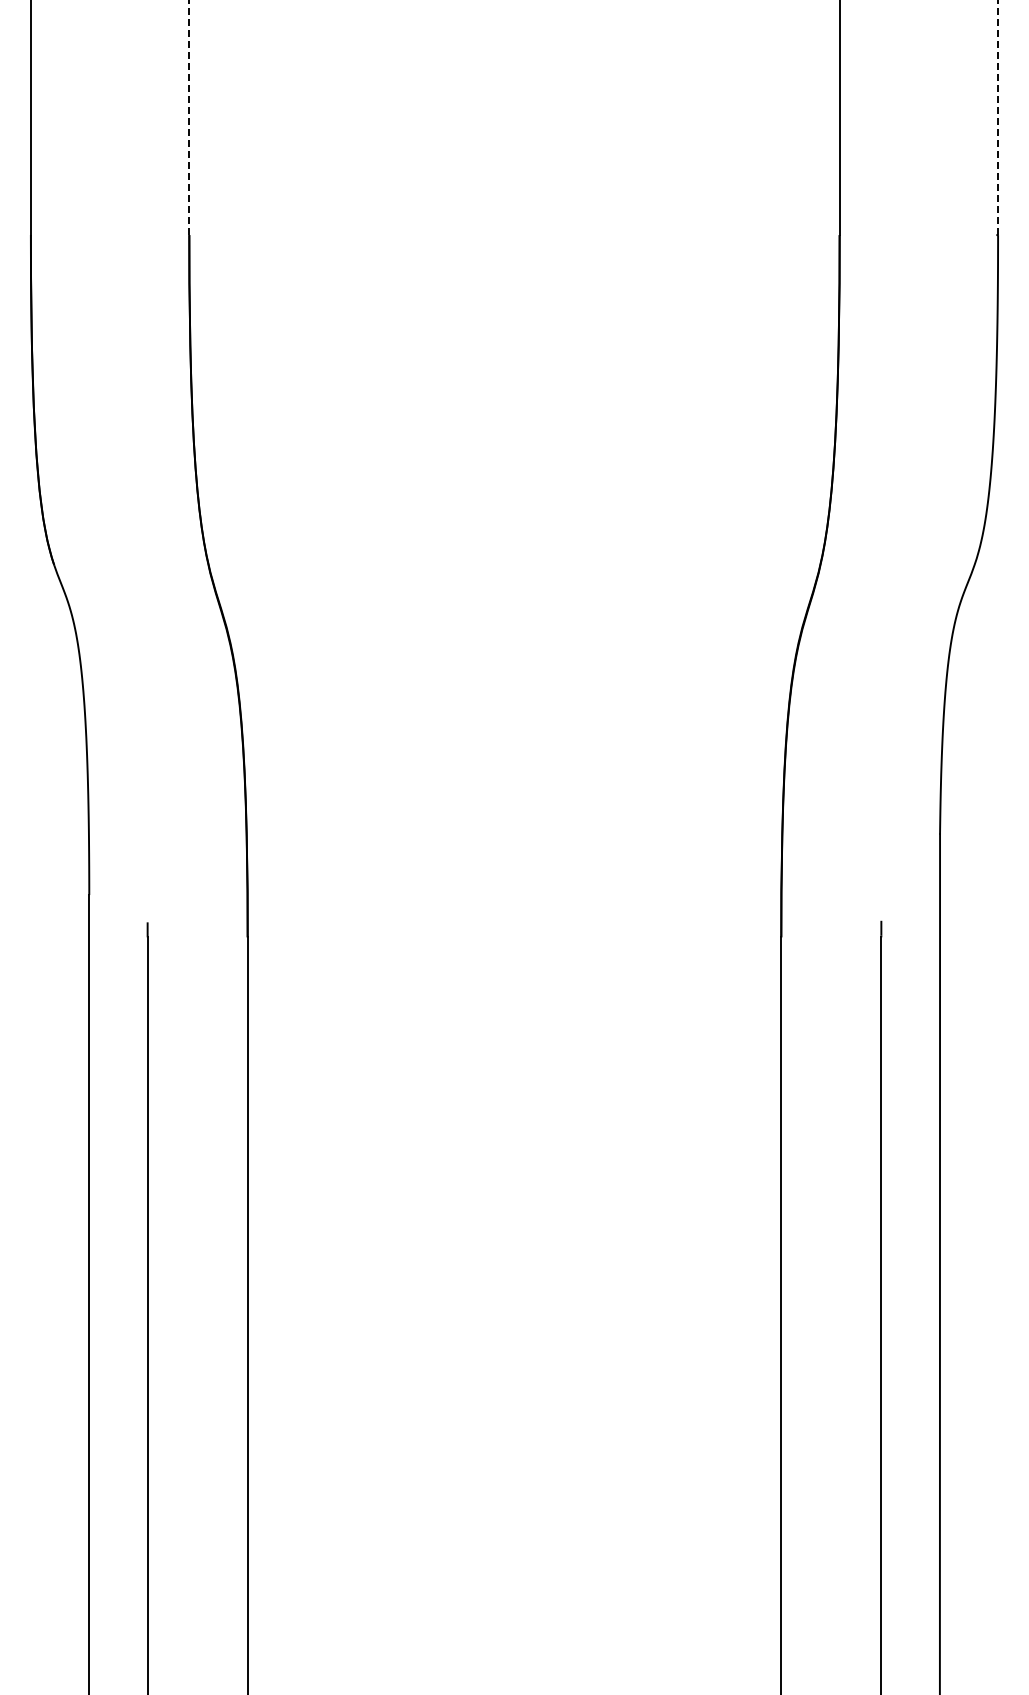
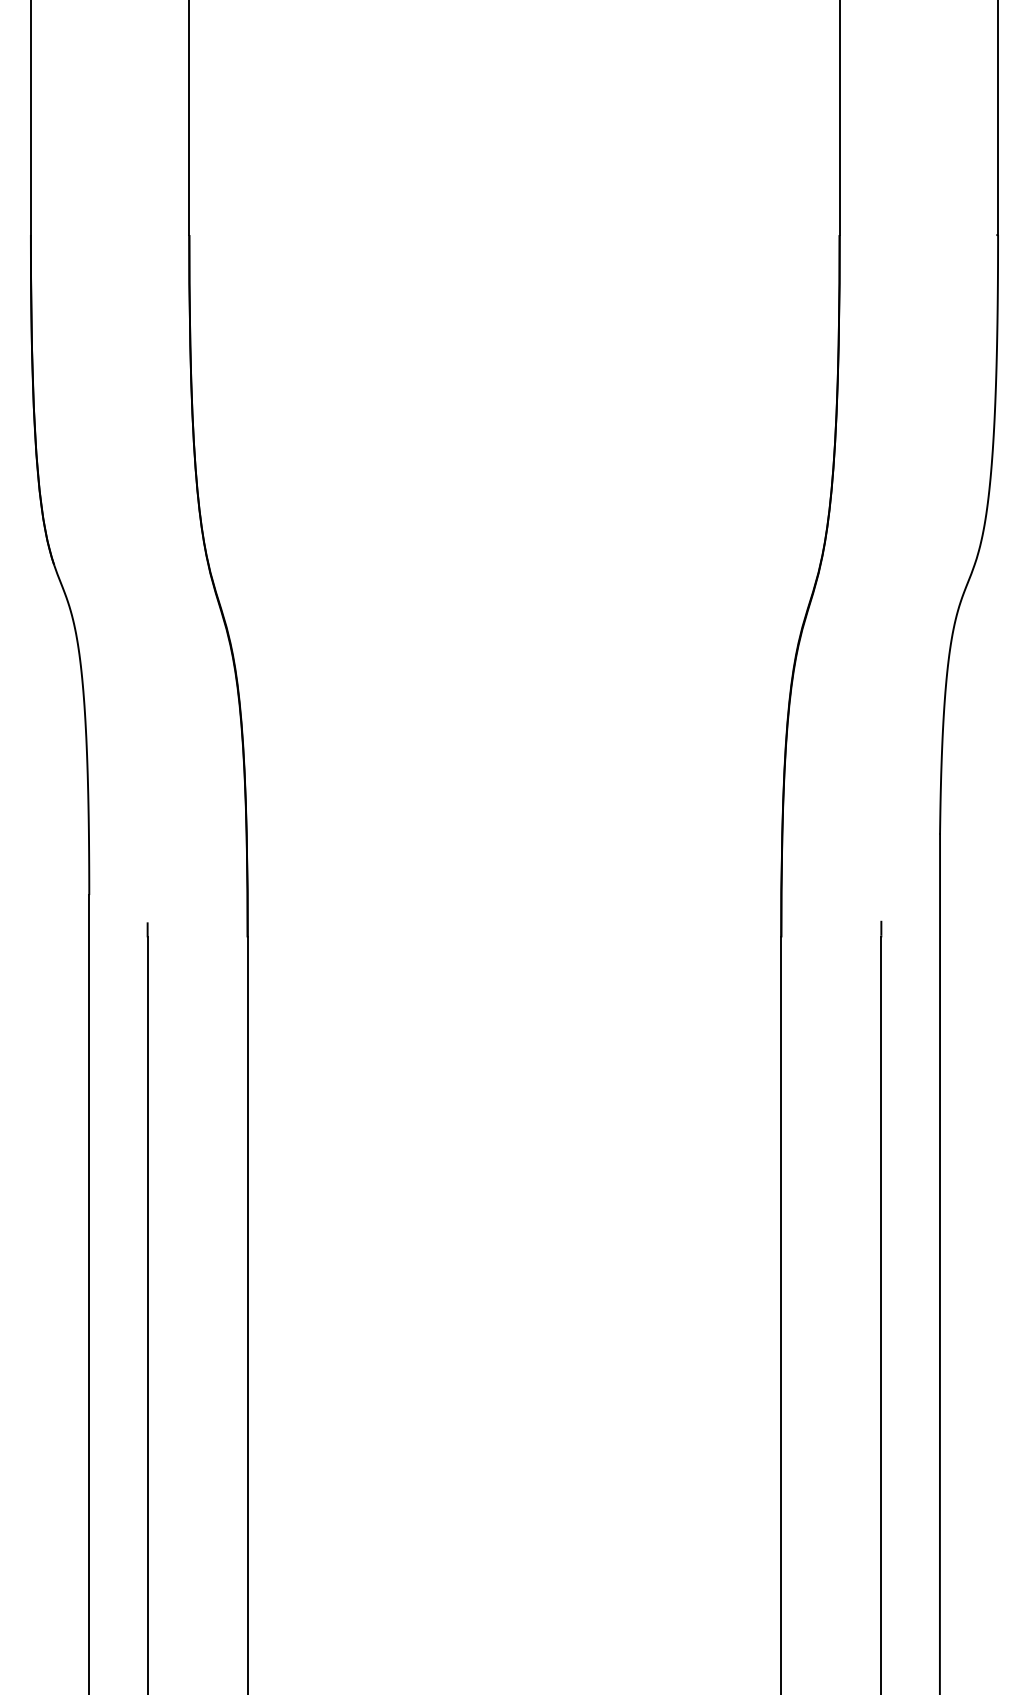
line at (189, 117): dashed -> solid
line at (998, 117): dashed -> solid
